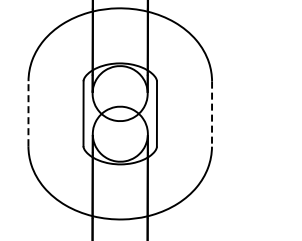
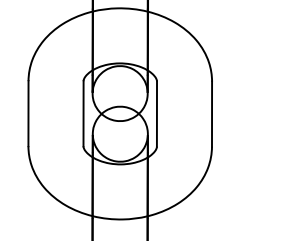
line at (28, 113): dashed -> solid
line at (212, 114): dashed -> solid
